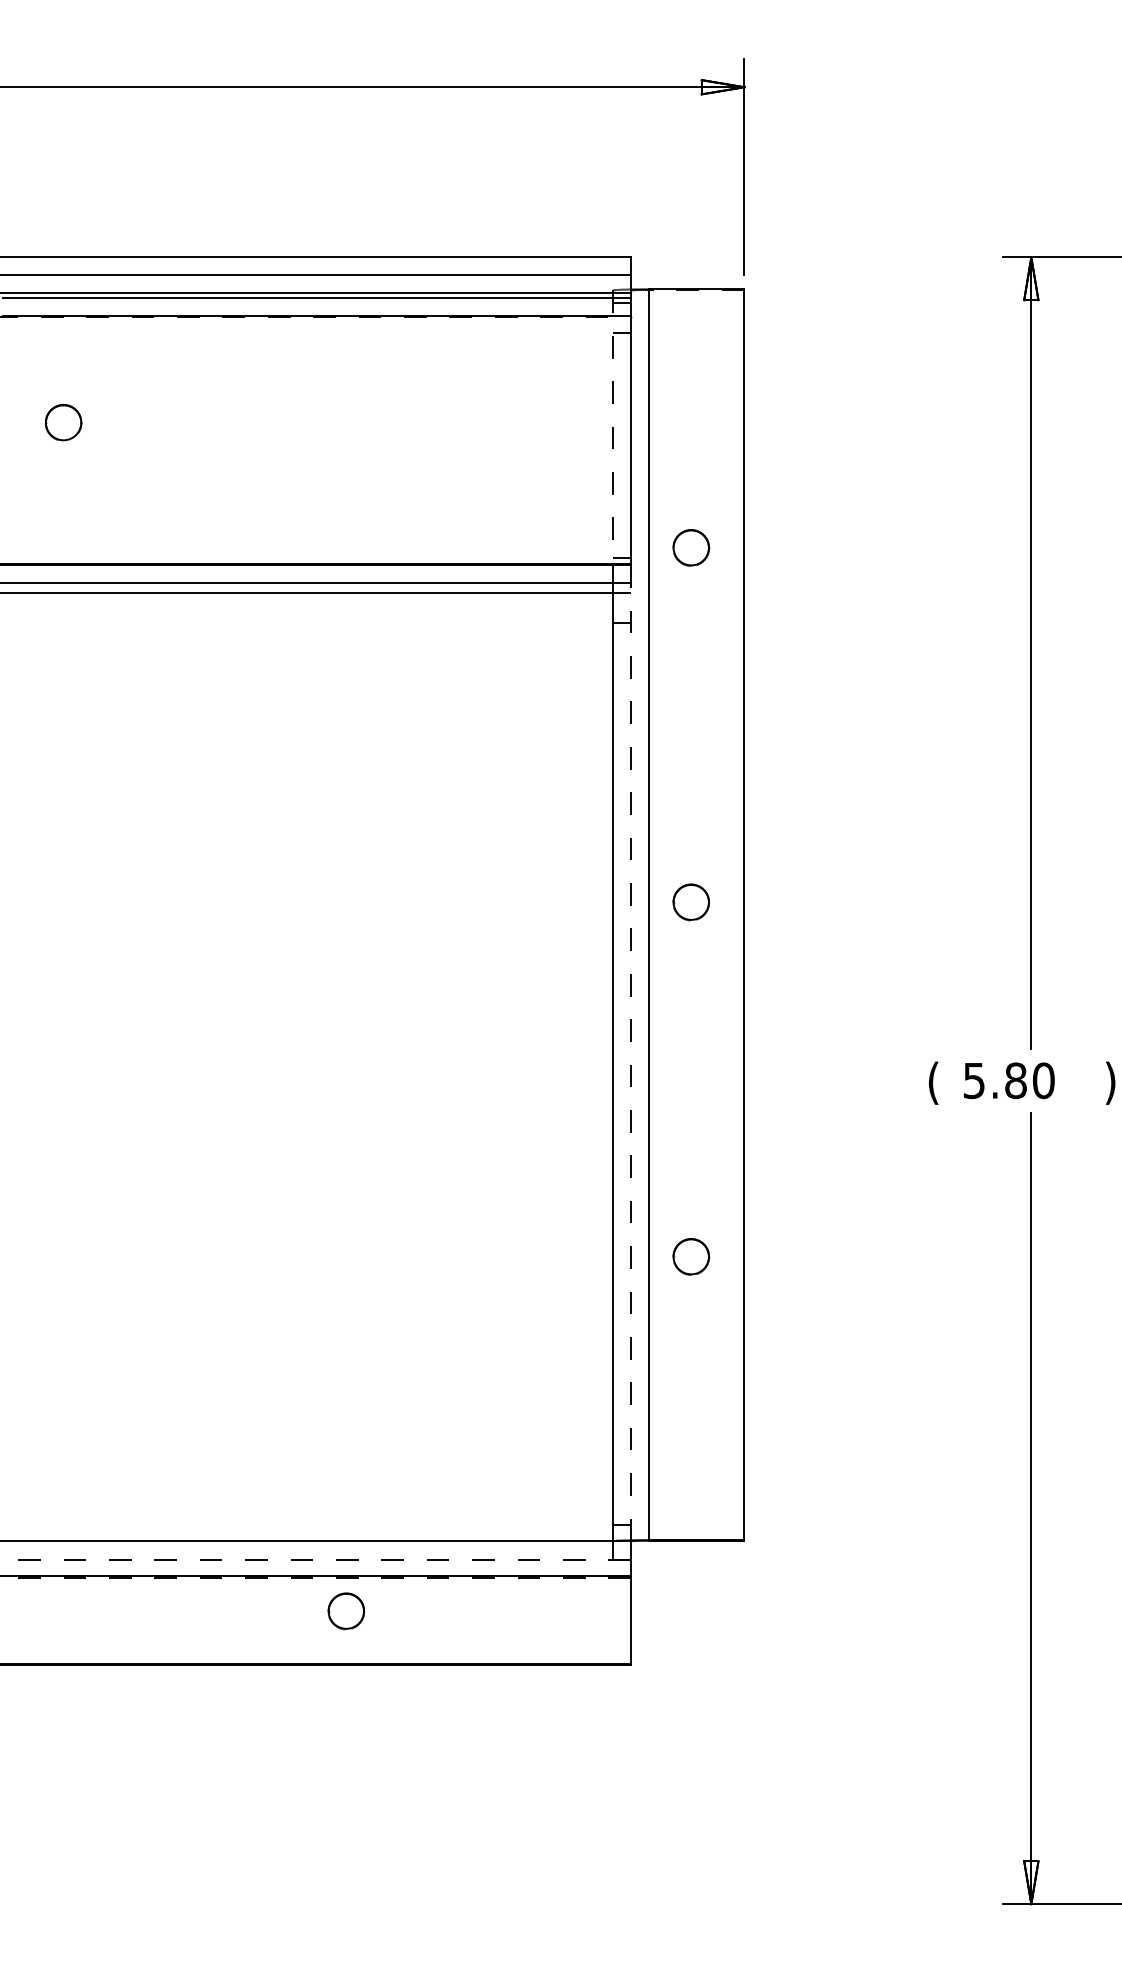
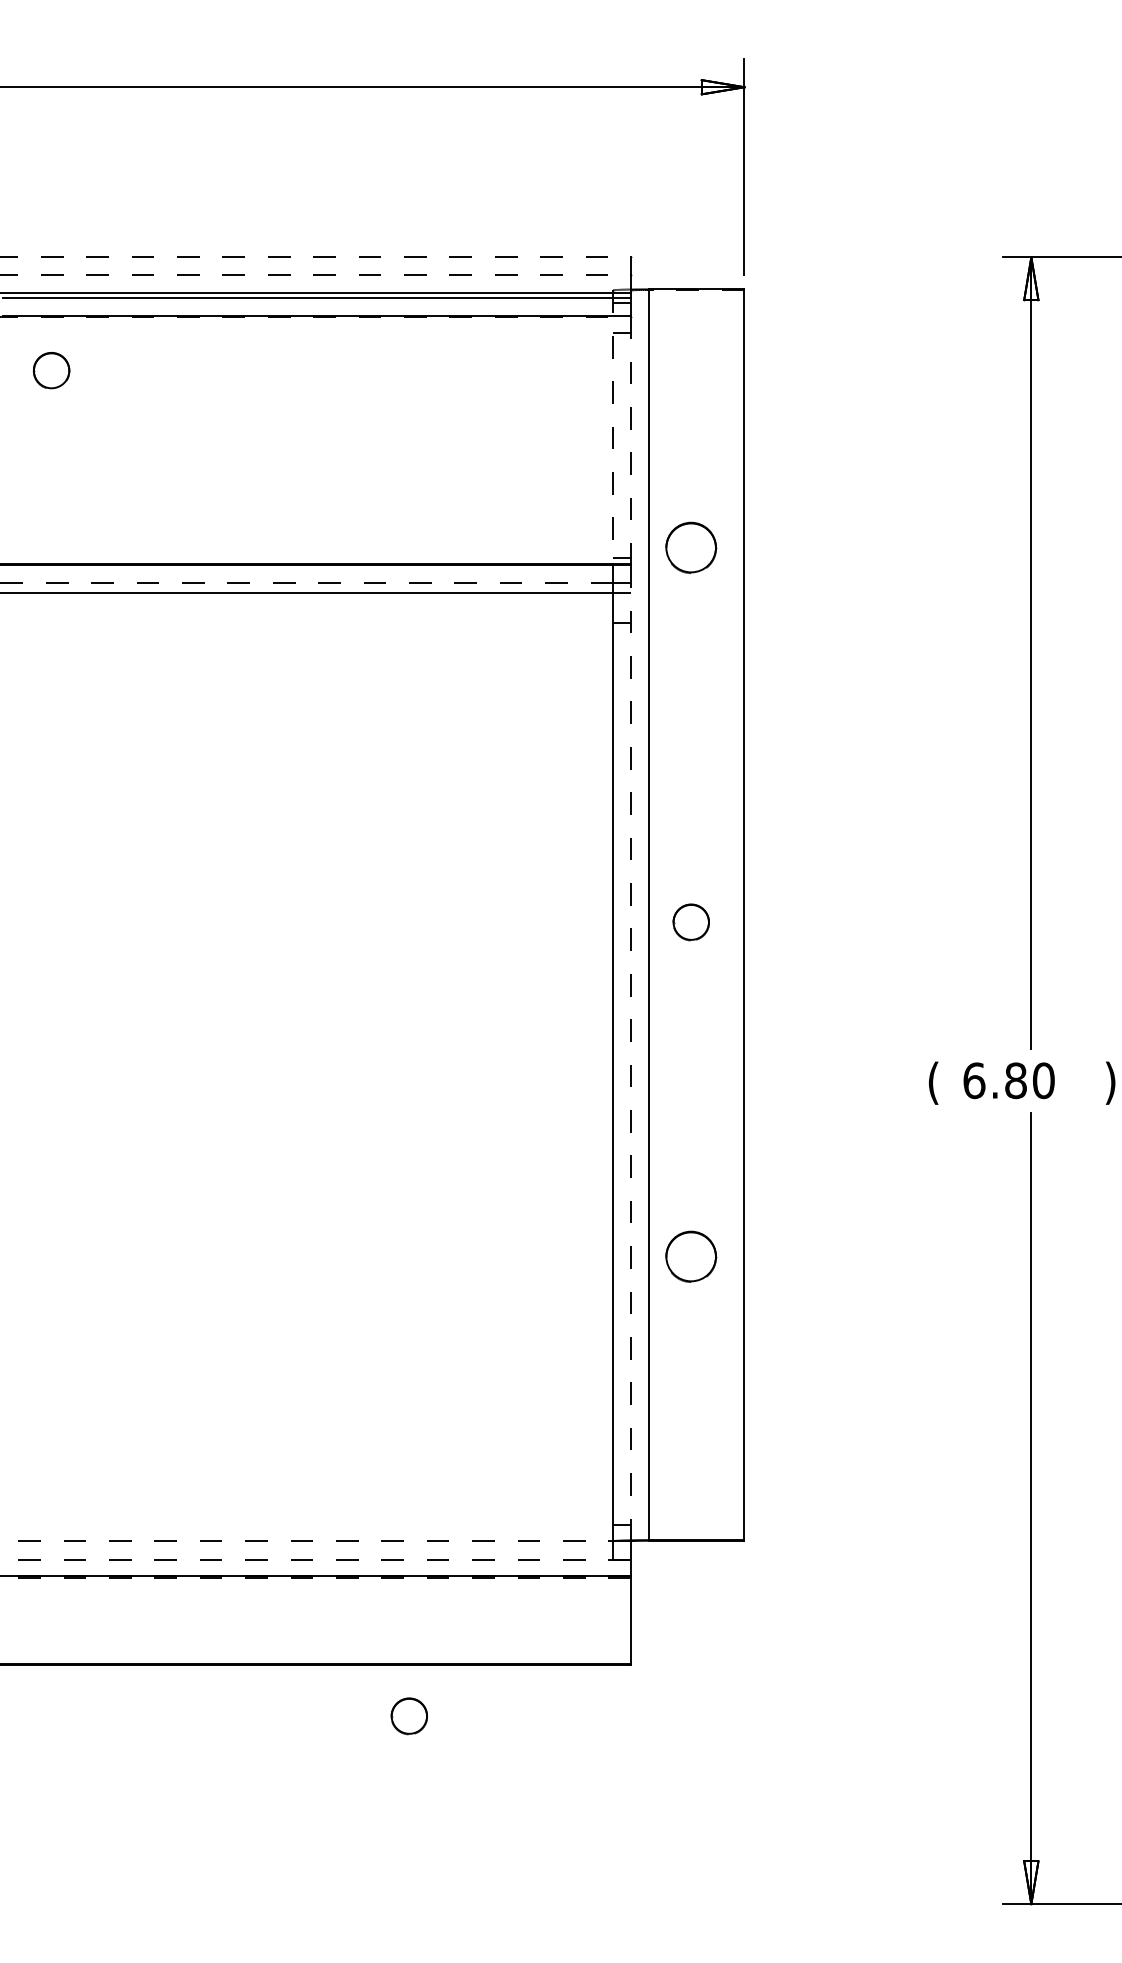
line at (316, 257): solid -> dashed
line at (316, 275): solid -> dashed
part at (63, 422) position: (63, 422) -> (51, 370)
line at (630, 440): solid -> dashed
part at (691, 547) size: 39x38 px -> 53x53 px
line at (306, 583): solid -> dashed
part at (690, 902) position: (690, 902) -> (690, 922)
text at (974, 1080): 5.80 -> 6.80
part at (691, 1256) size: 39x38 px -> 53x53 px
line at (315, 1541): solid -> dashed
part at (345, 1611) position: (345, 1611) -> (408, 1716)
